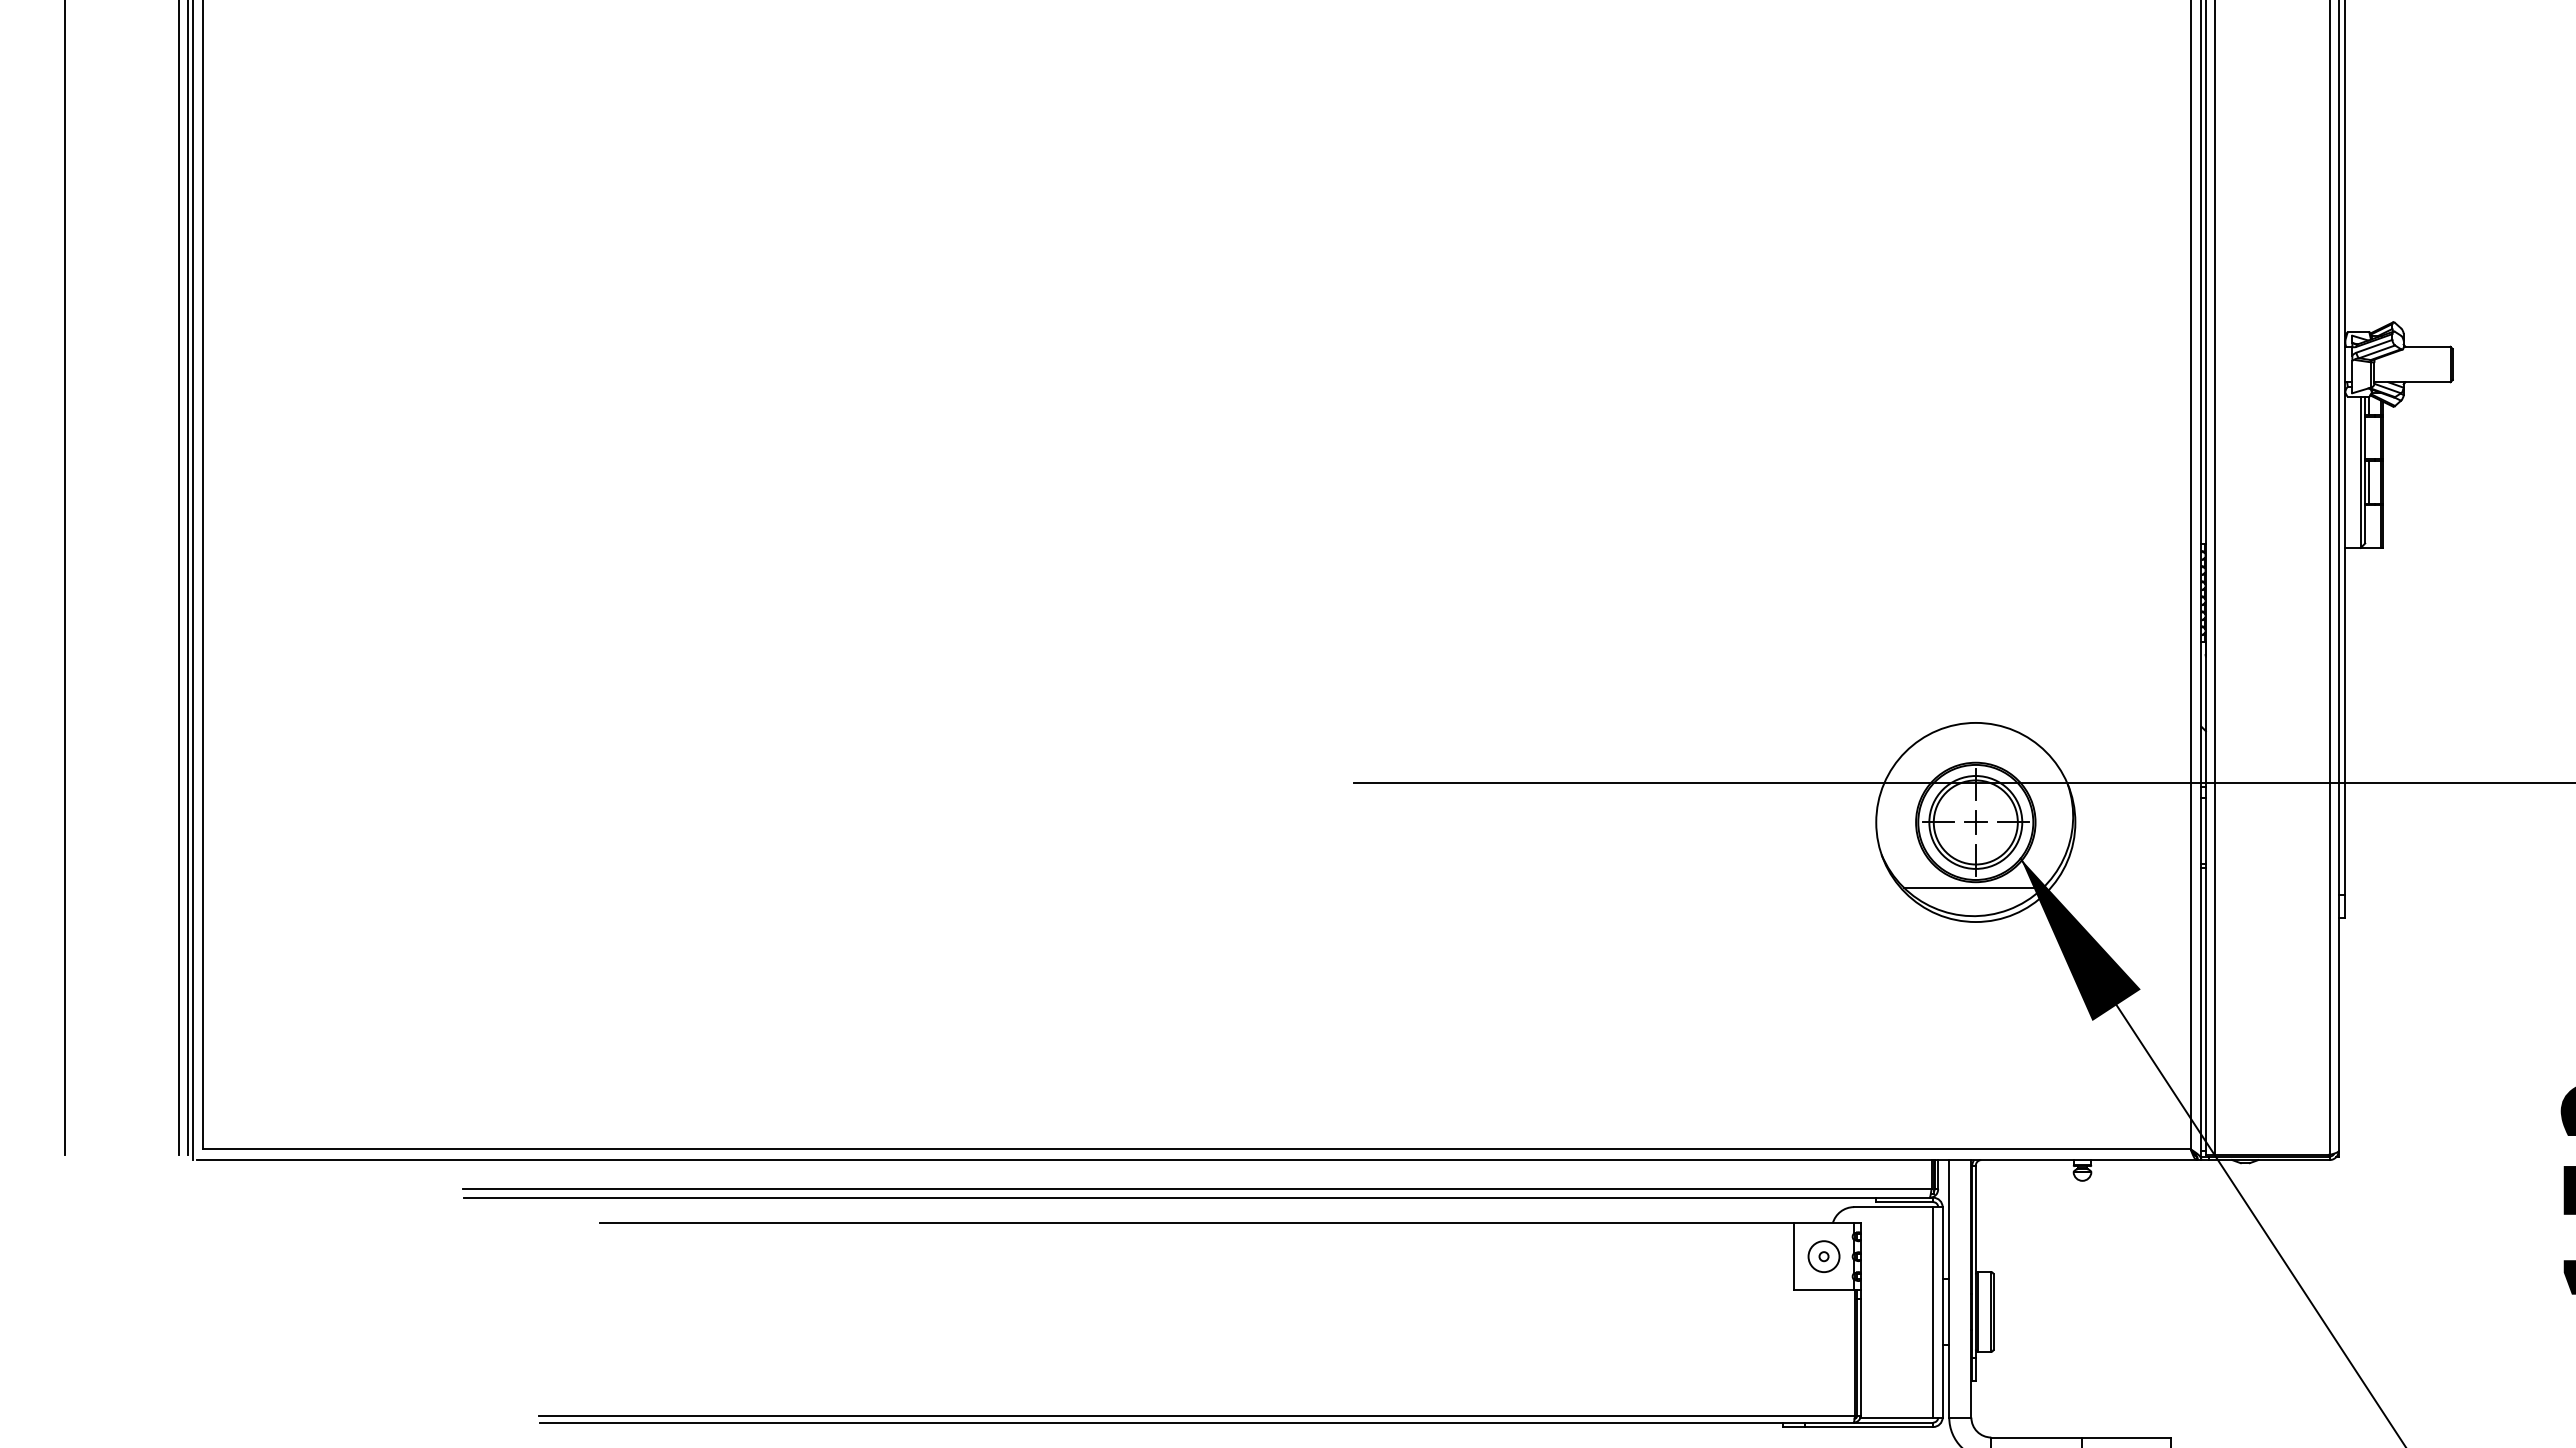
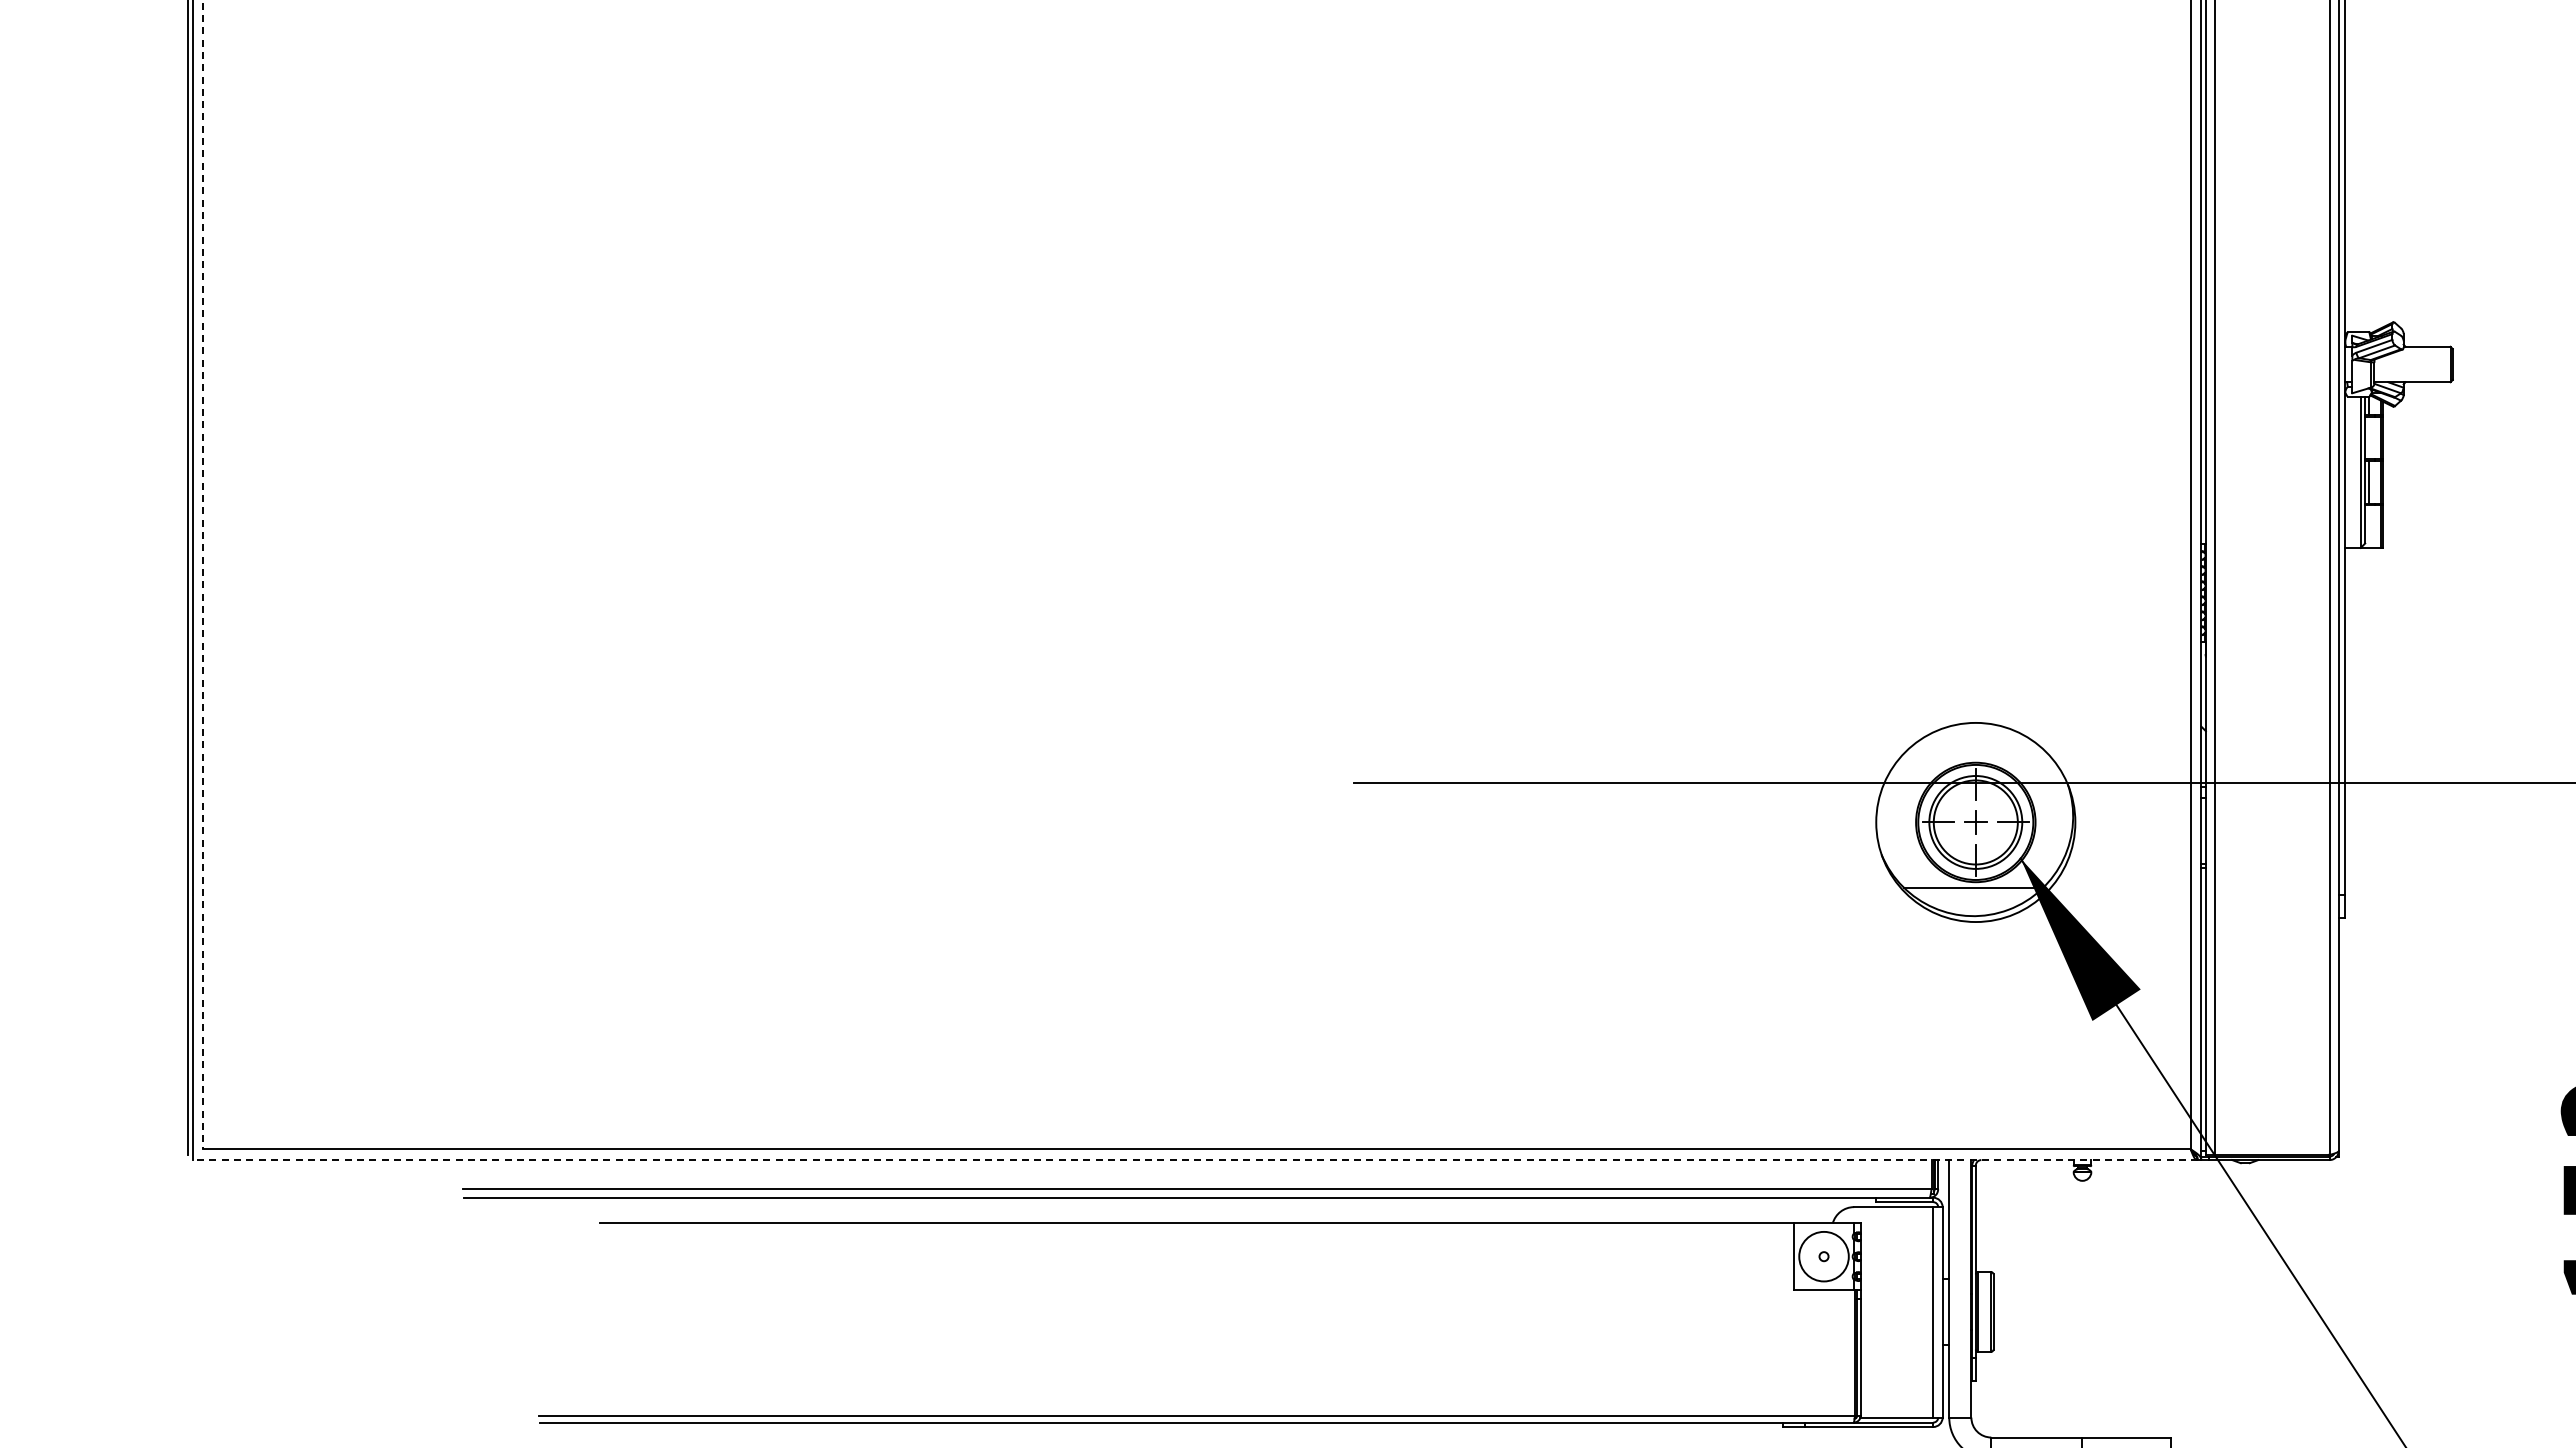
line at (203, 575): solid -> dashed
line at (64, 578): present -> none
line at (179, 578): present -> none
line at (1197, 1160): solid -> dashed
circle at (1823, 1256) diameter: 31 px -> 50 px
